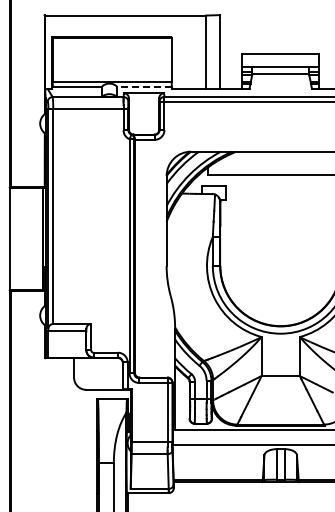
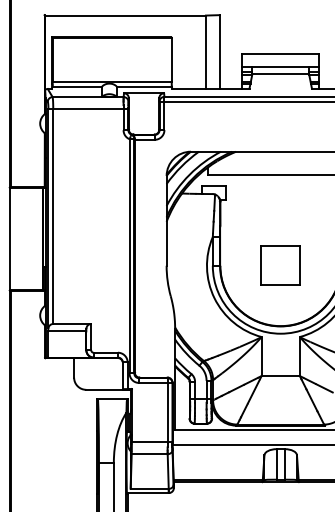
line at (144, 86): dashed -> solid
part at (280, 265): none -> present
